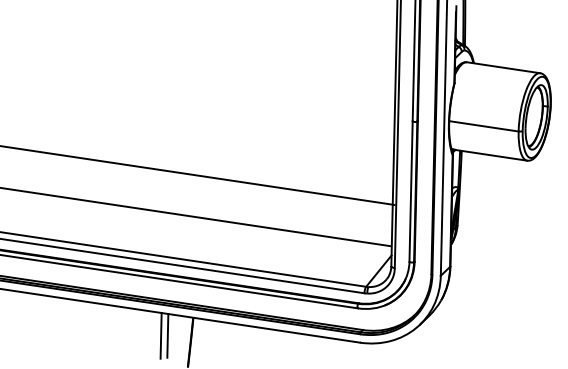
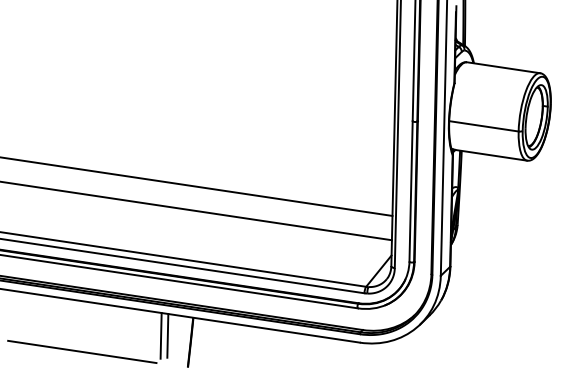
line at (198, 175) position: (198, 175) -> (197, 186)
line at (196, 217) position: (196, 217) -> (196, 211)
line at (82, 351): none -> present
